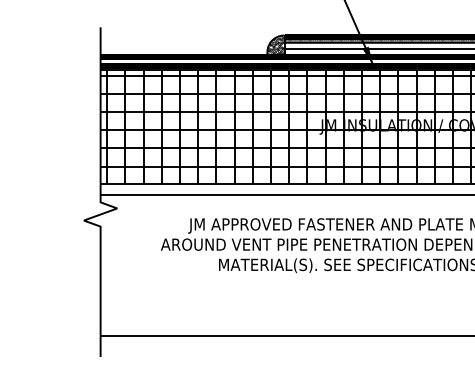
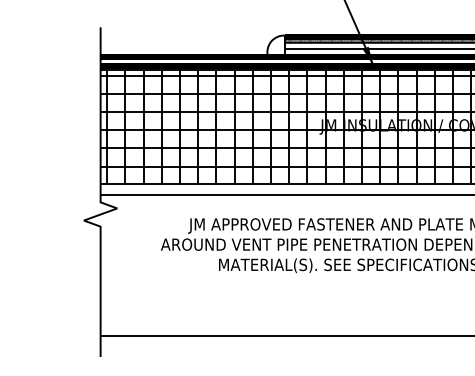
hatch at (275, 45): present -> none
